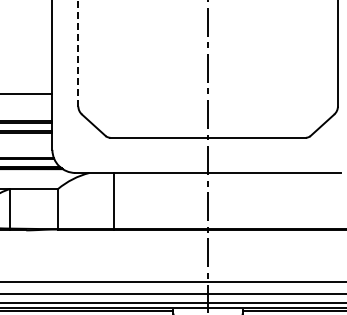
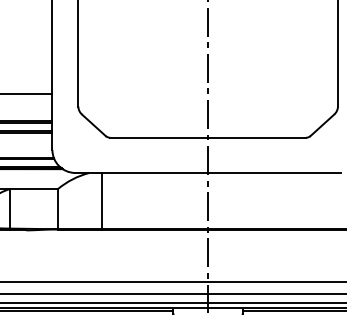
line at (78, 53): dashed -> solid
line at (114, 200) position: (114, 200) -> (102, 200)
